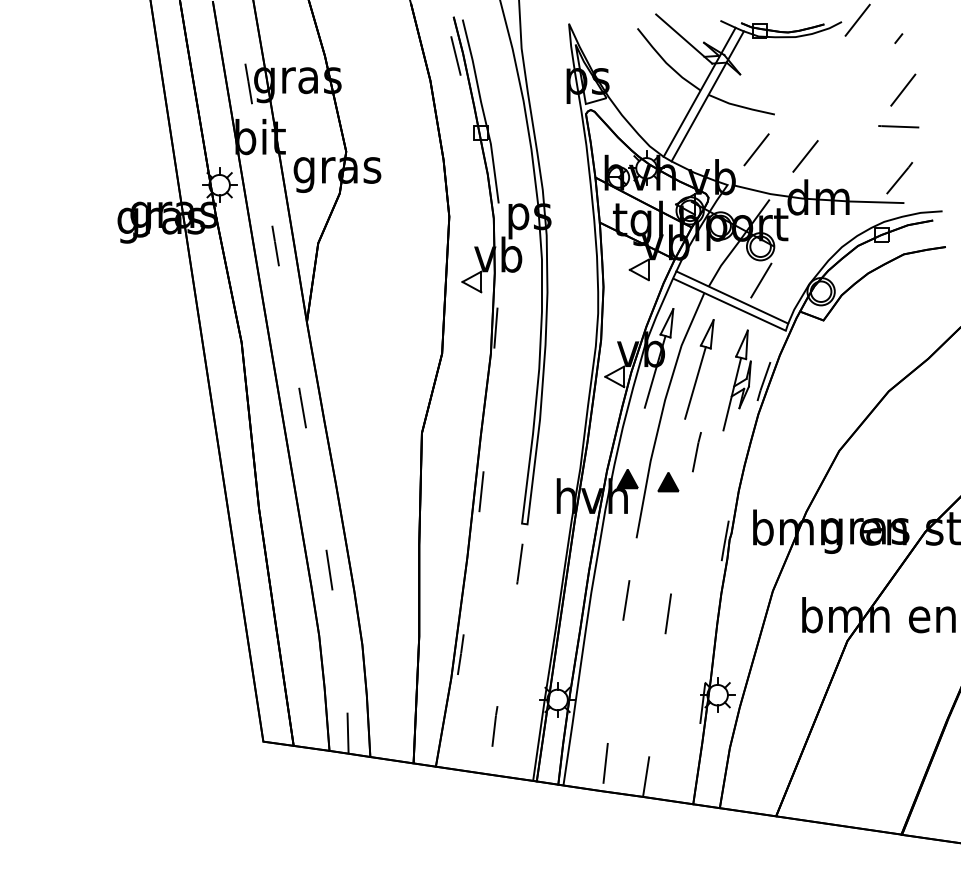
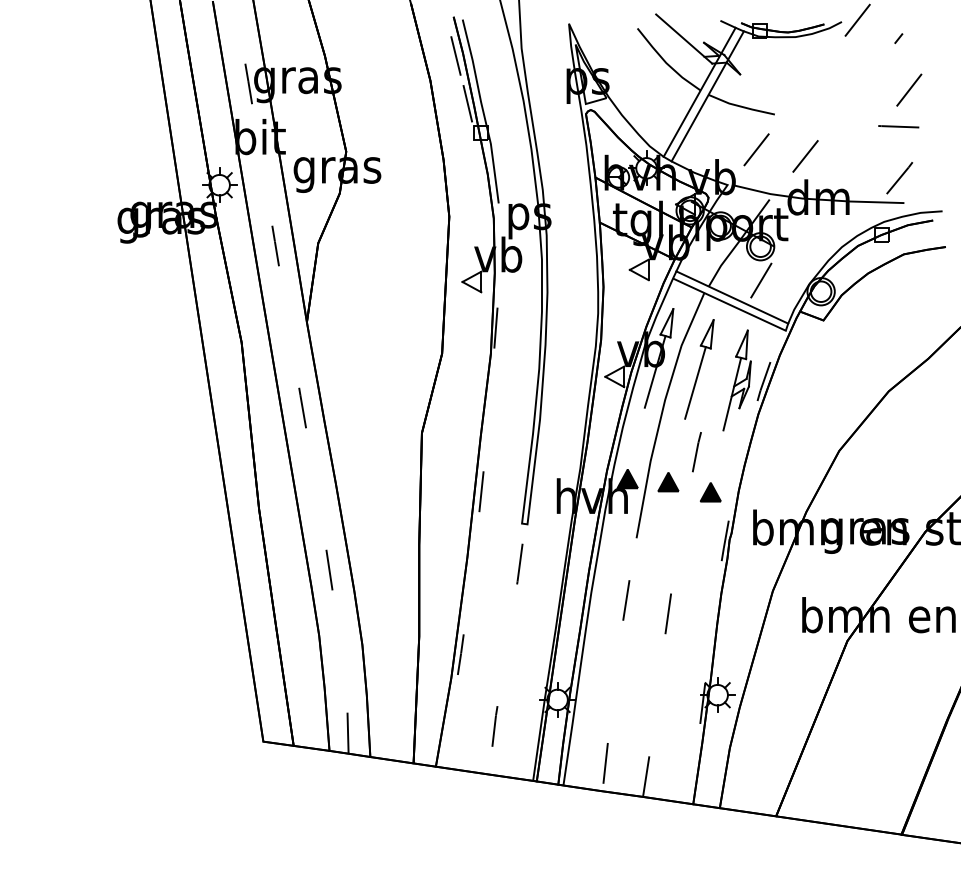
line at (903, 89) position: (903, 89) -> (909, 89)
line at (467, 103): none -> present
part at (710, 492): none -> present
